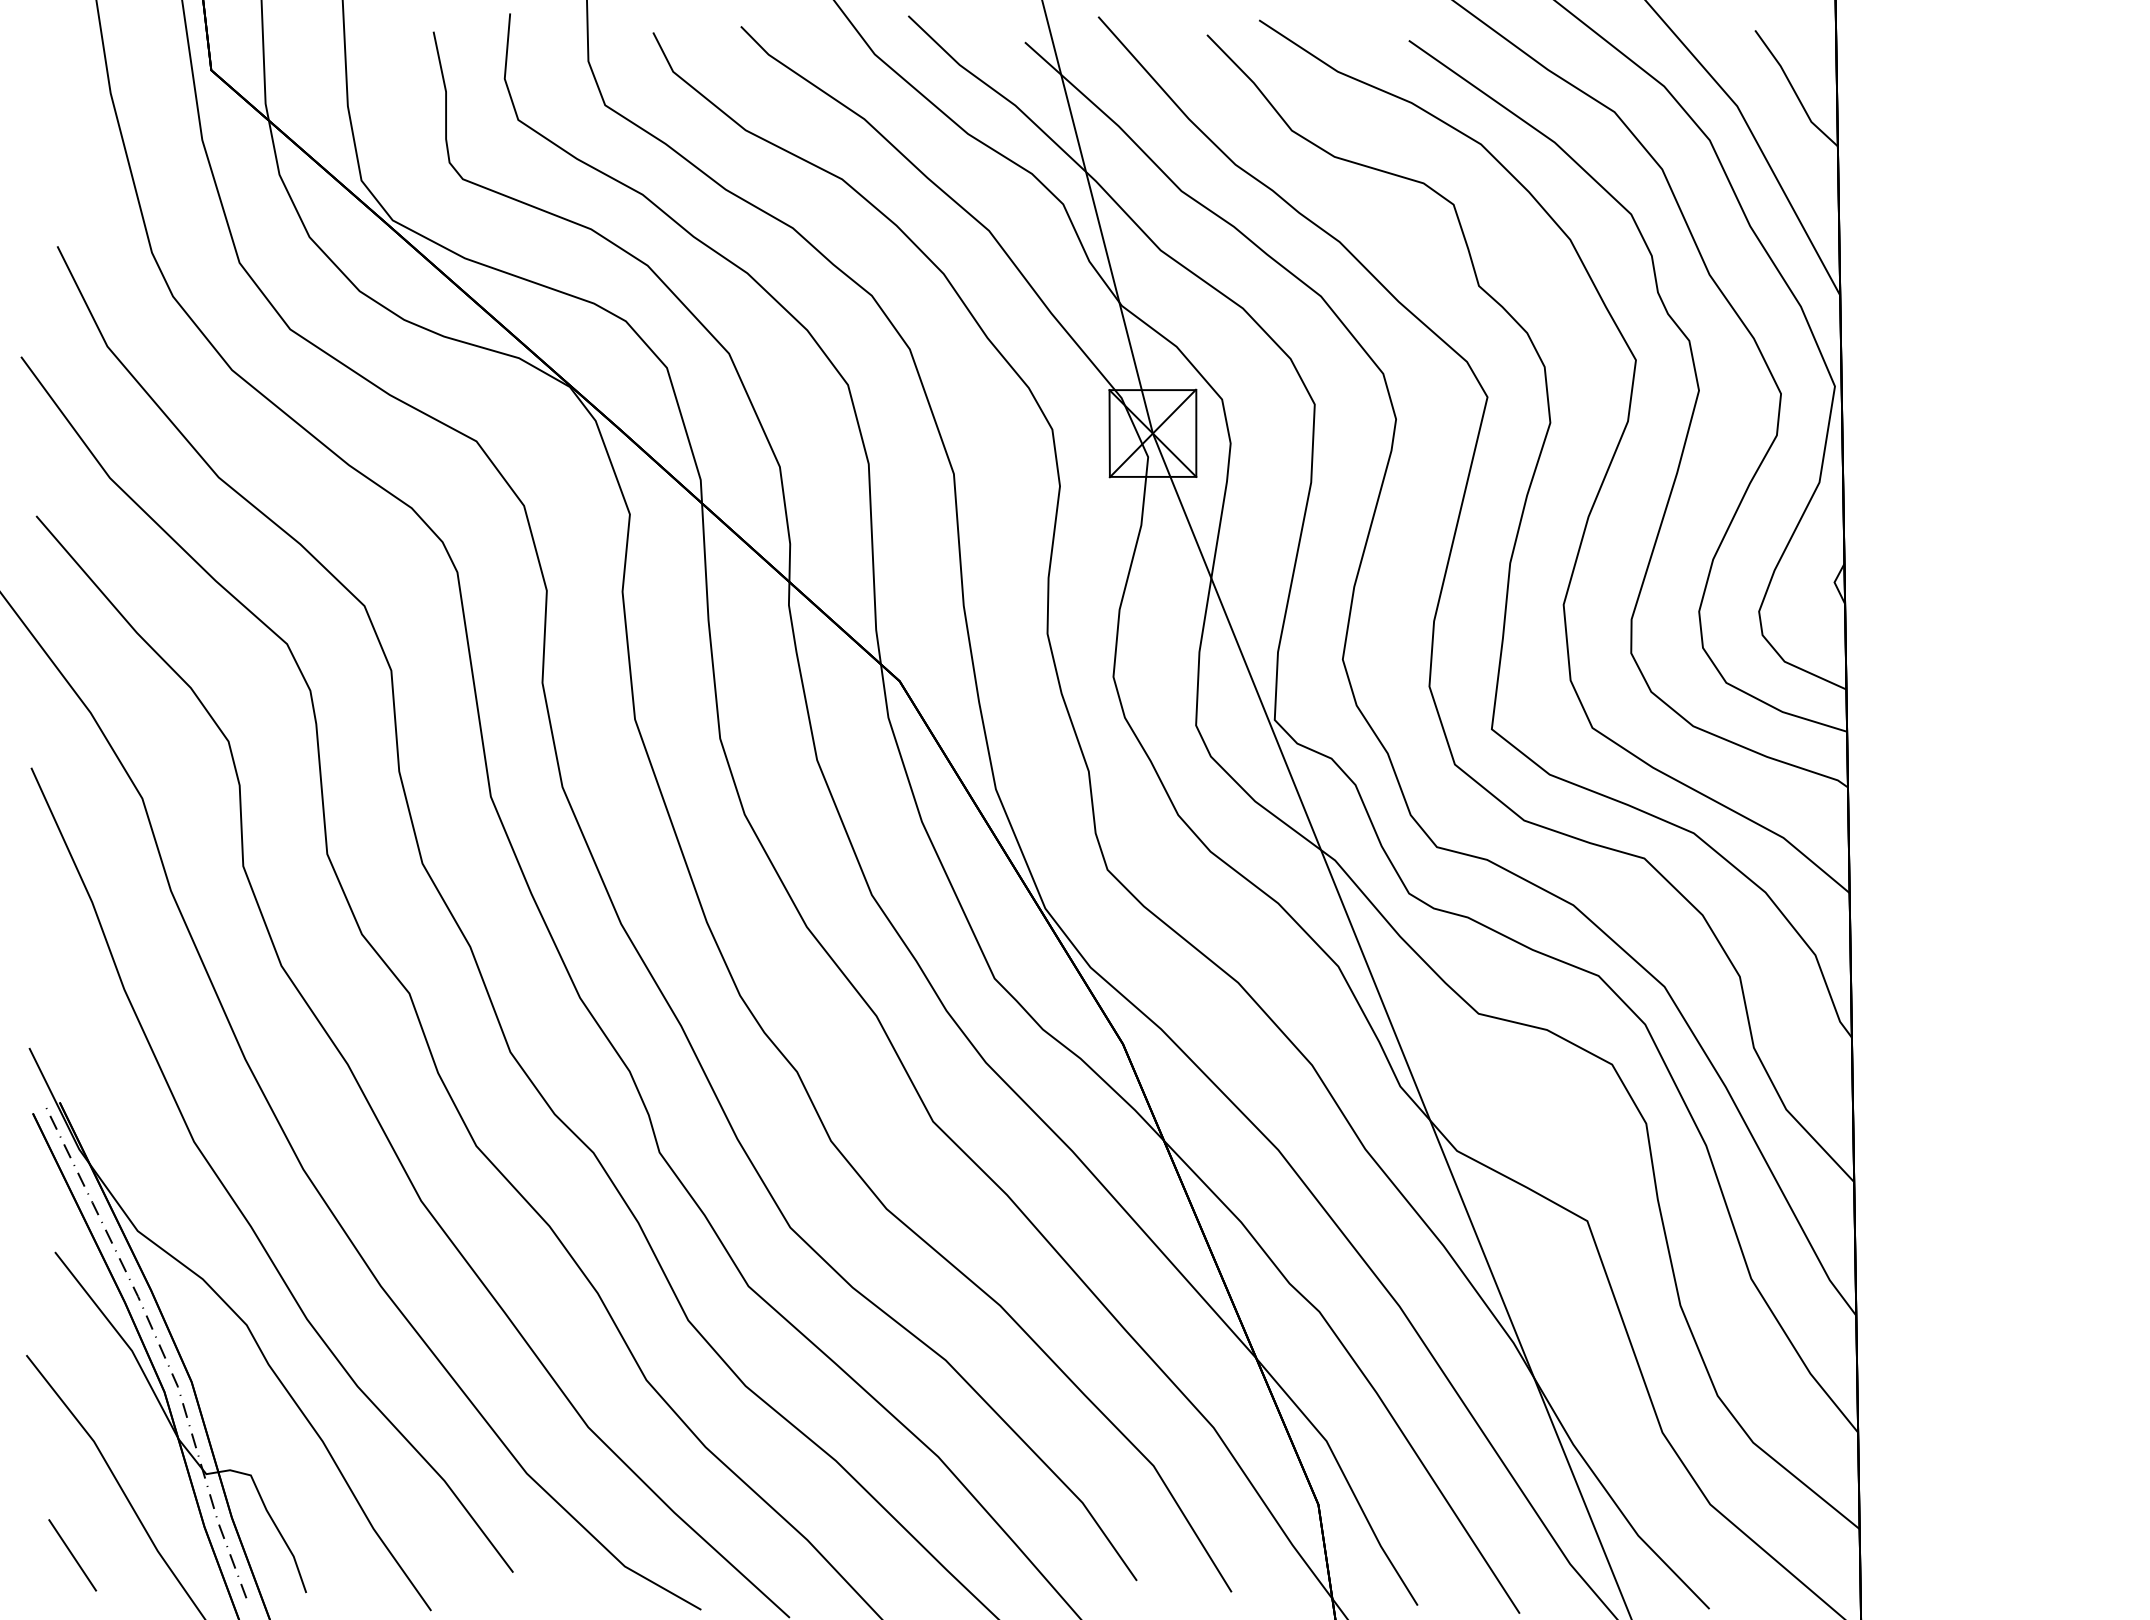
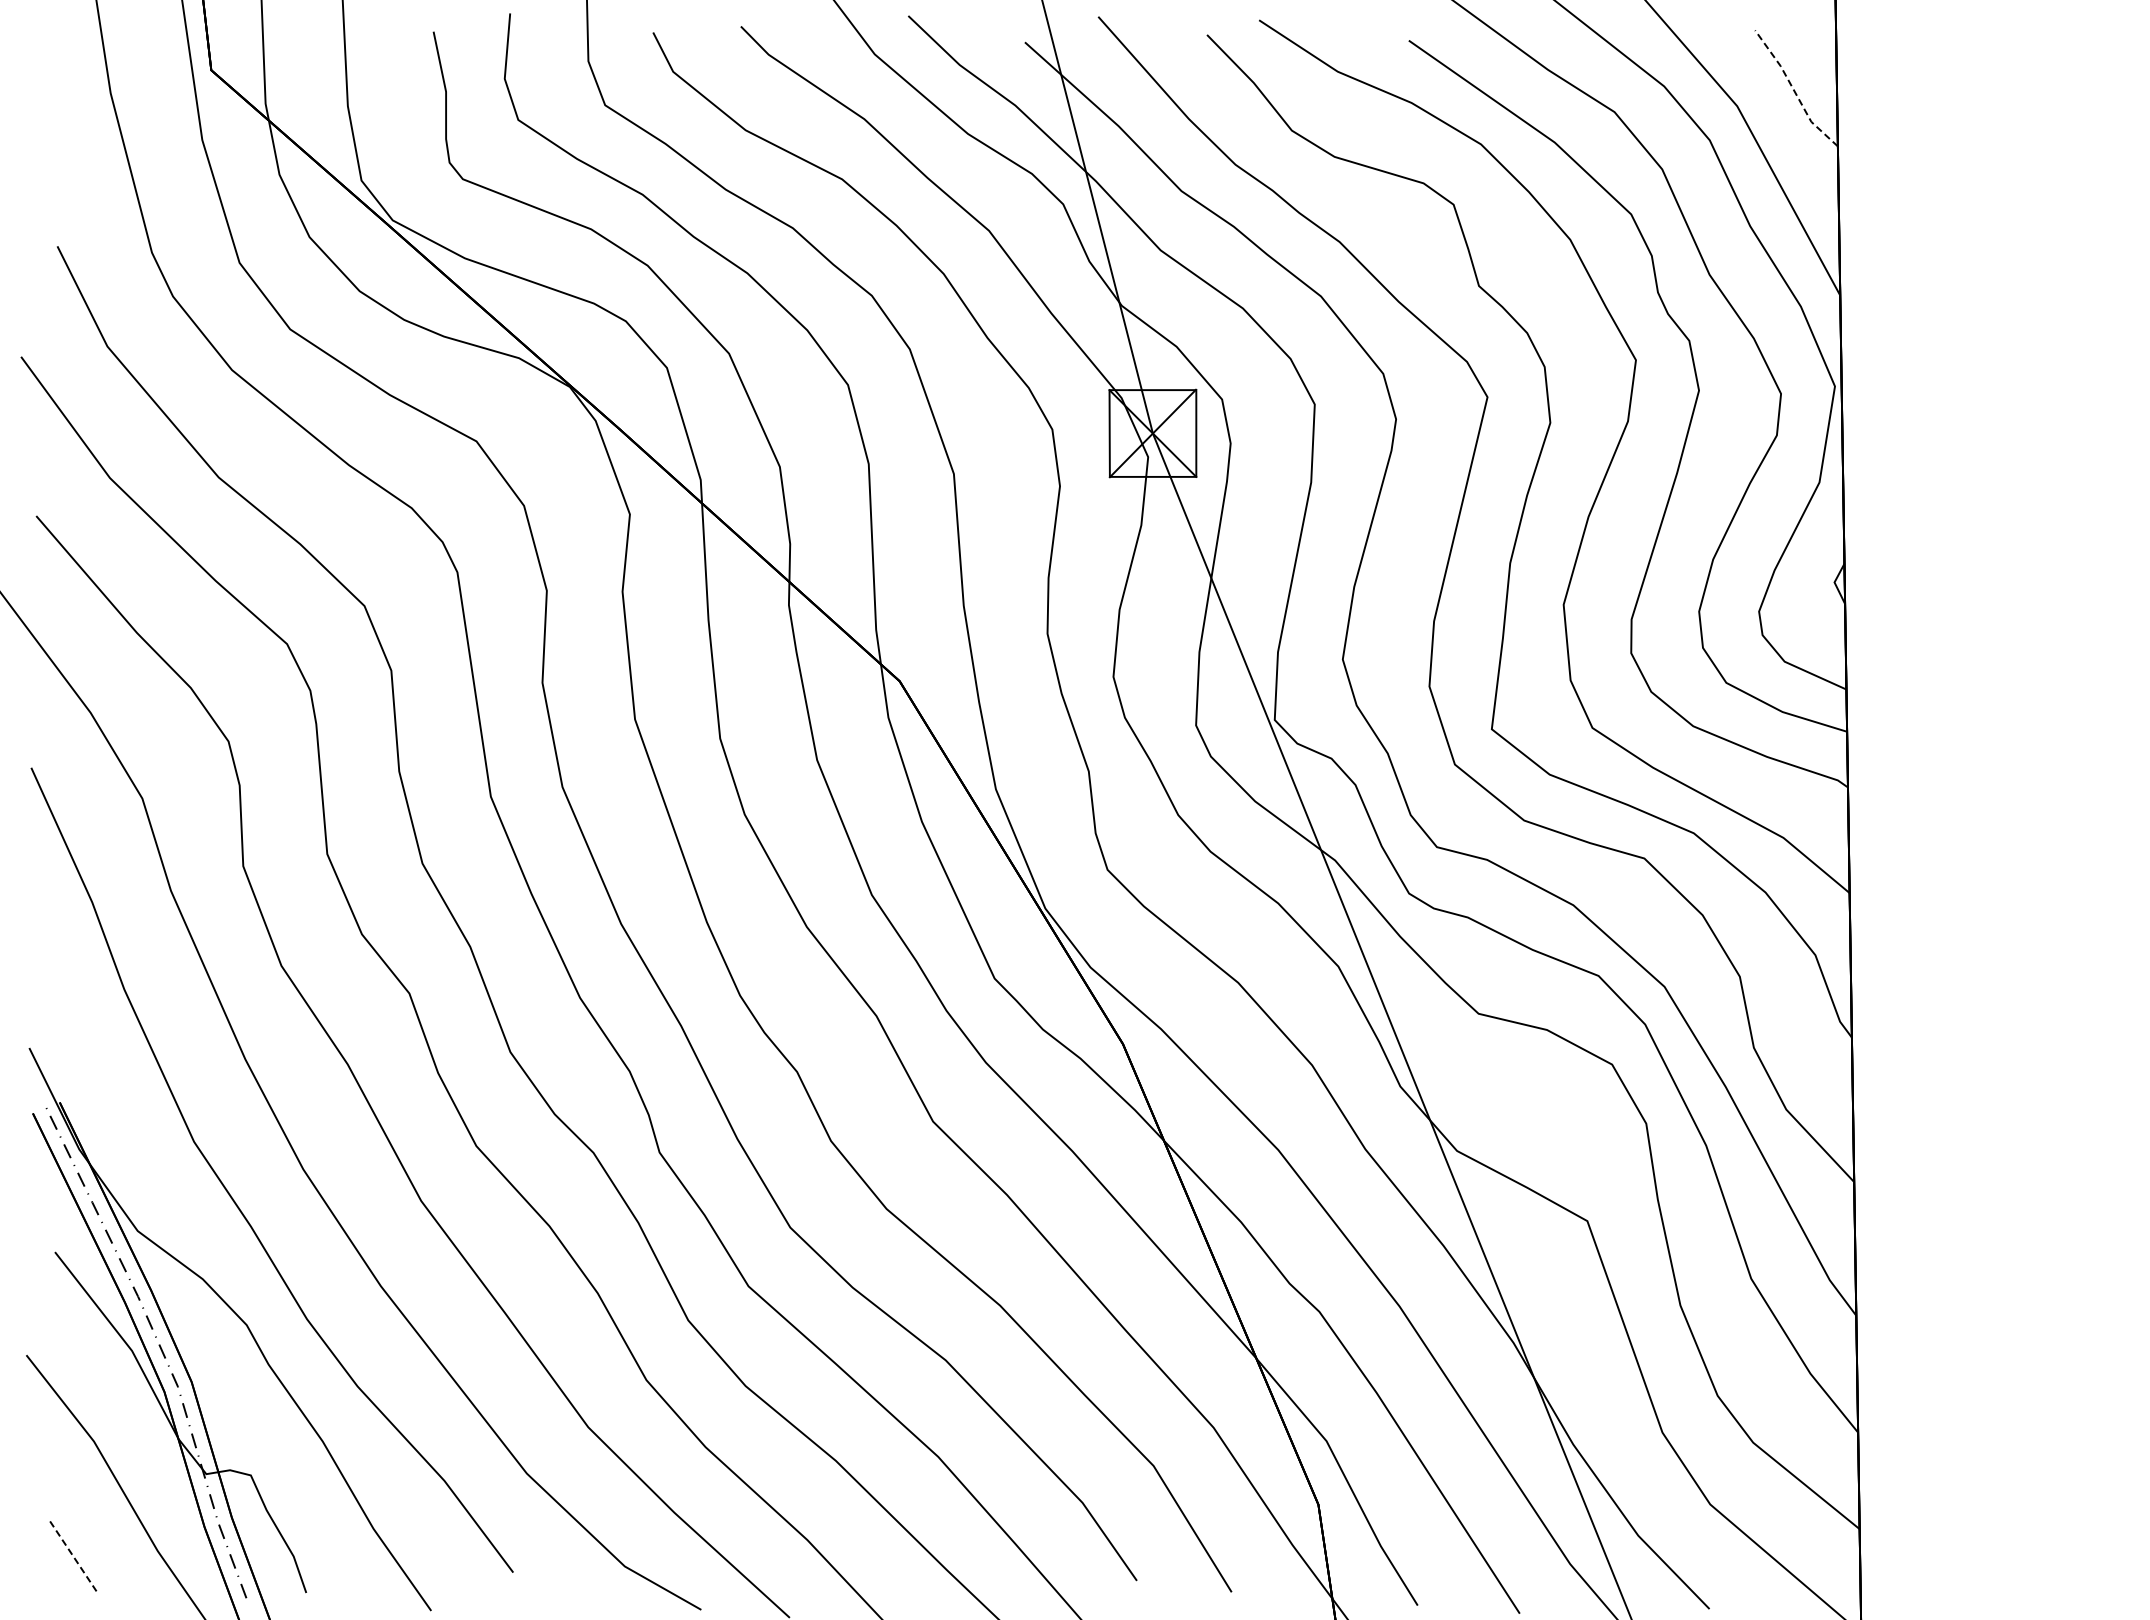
line at (1794, 90): solid -> dashed
line at (72, 1554): solid -> dashed
